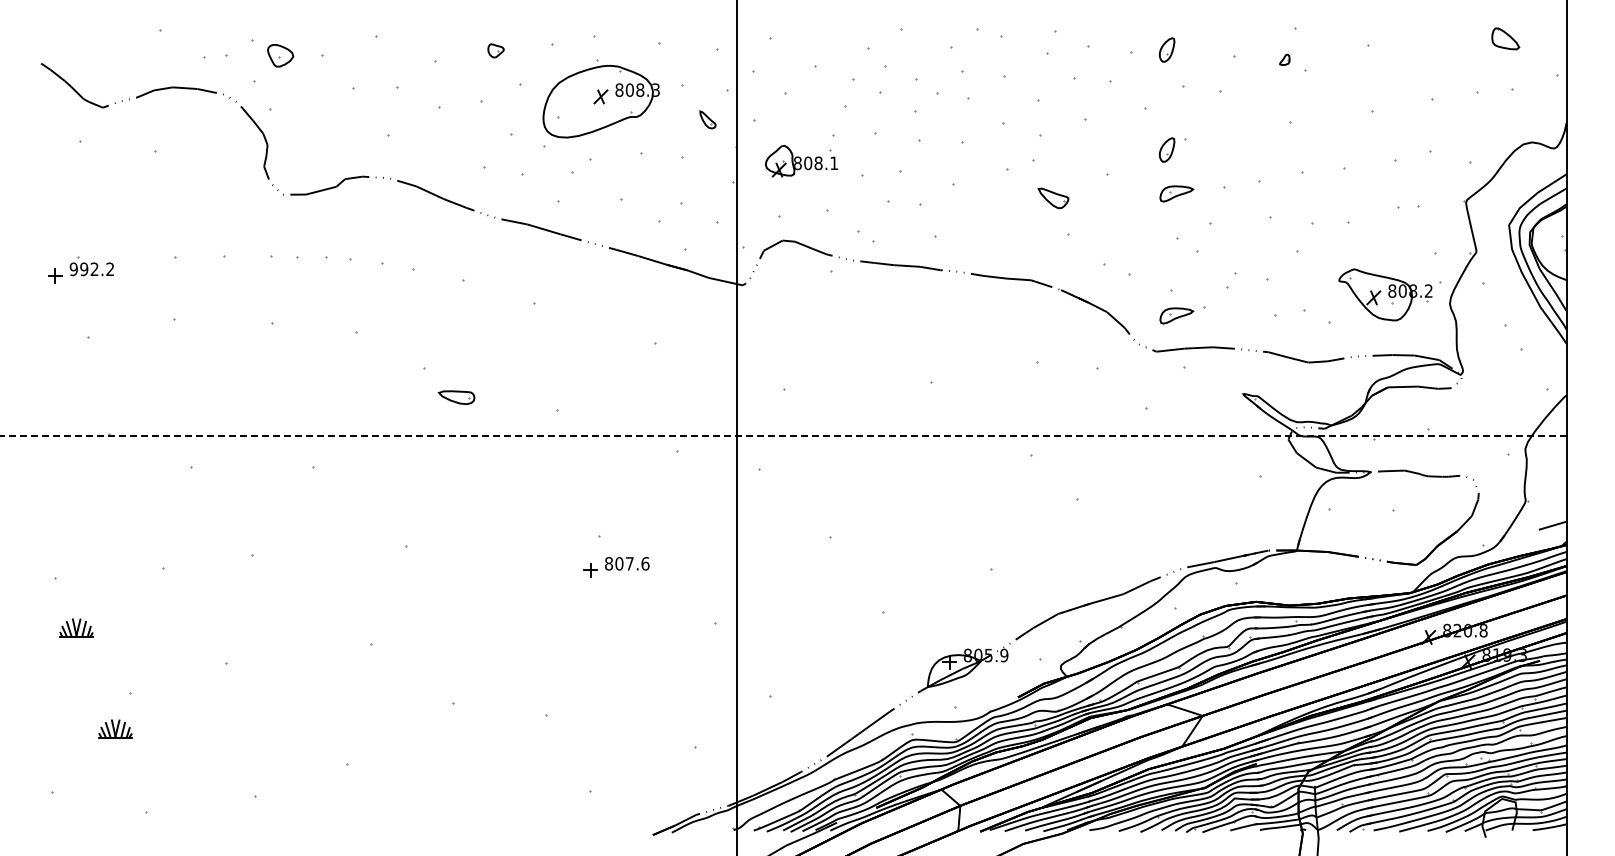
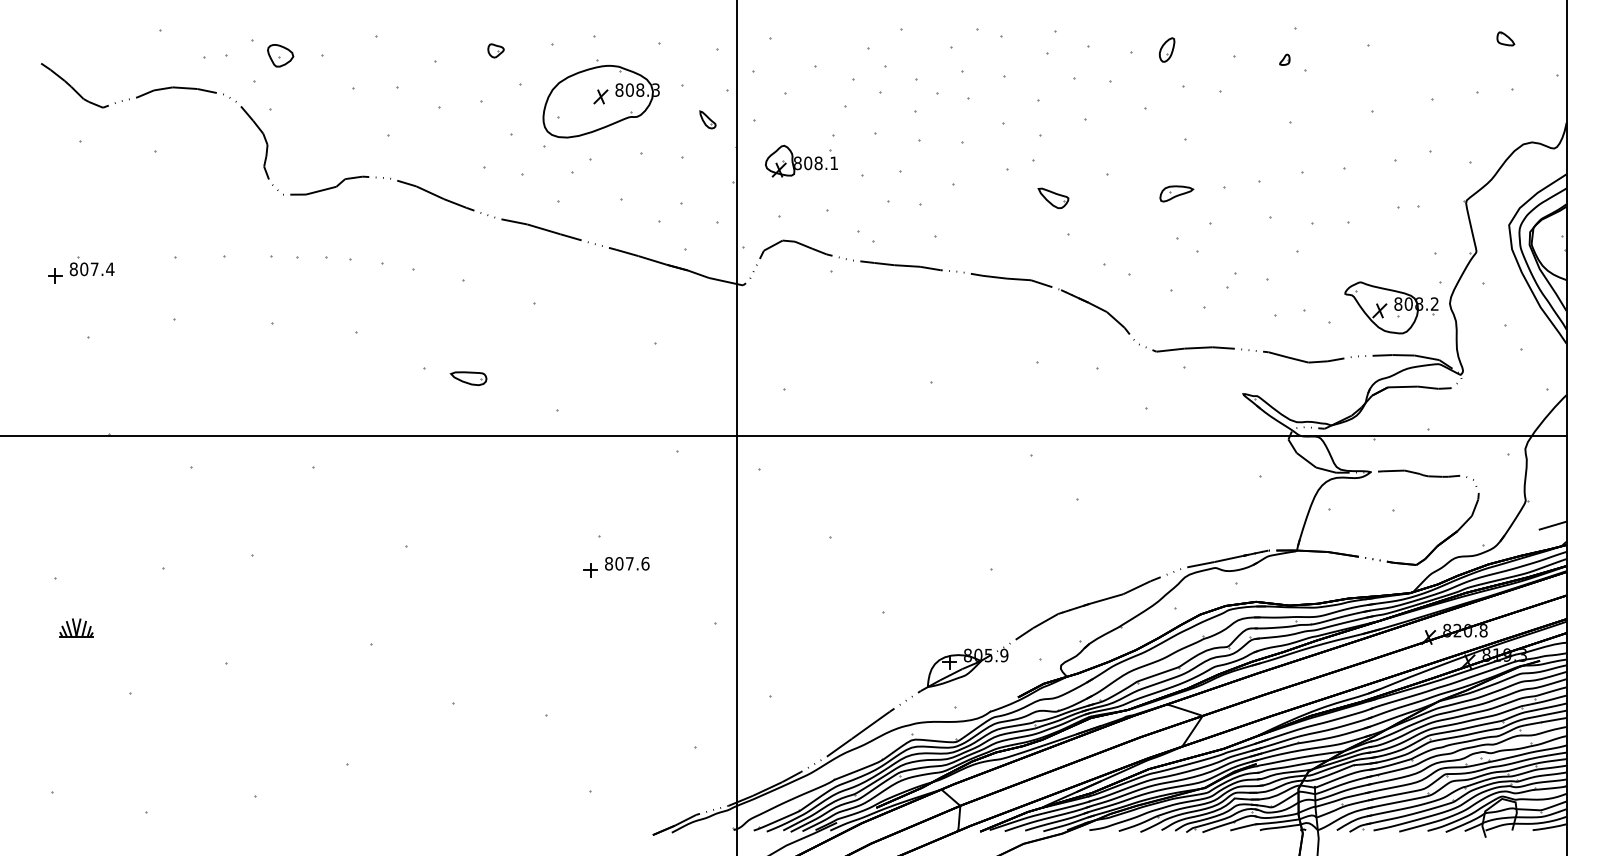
part at (1505, 38) size: 30x24 px -> 20x16 px
part at (1166, 149): present -> none
text at (91, 269): 992.2 -> 807.4
part at (1385, 294) position: (1385, 294) -> (1391, 307)
part at (1176, 315): present -> none
part at (456, 397) position: (456, 397) -> (468, 378)
line at (783, 436): dashed -> solid
part at (115, 728): present -> none
